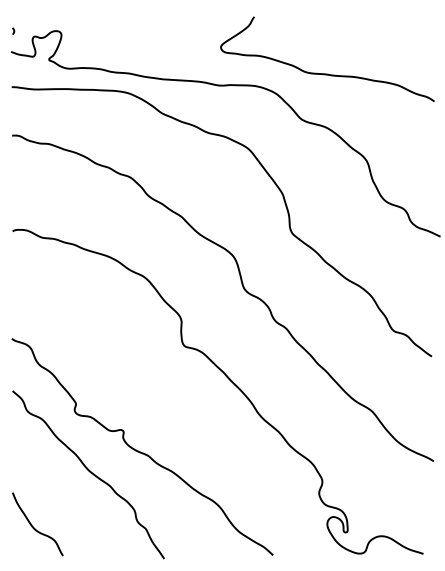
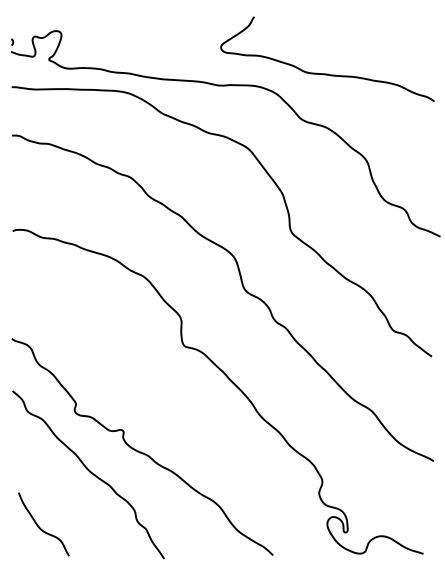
curve at (13, 30) position: (13, 30) -> (12, 41)
curve at (34, 527) position: (34, 527) -> (40, 527)
